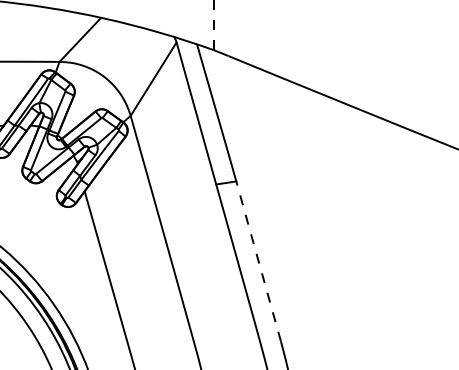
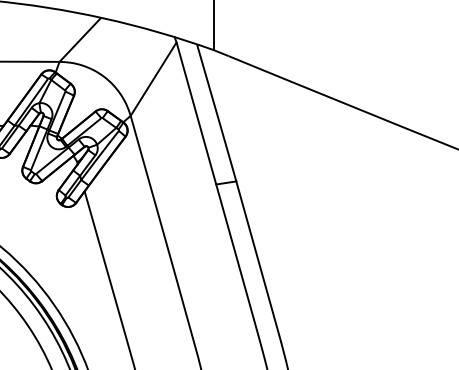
line at (213, 25): dashed -> solid
line at (258, 261): dashed -> solid
